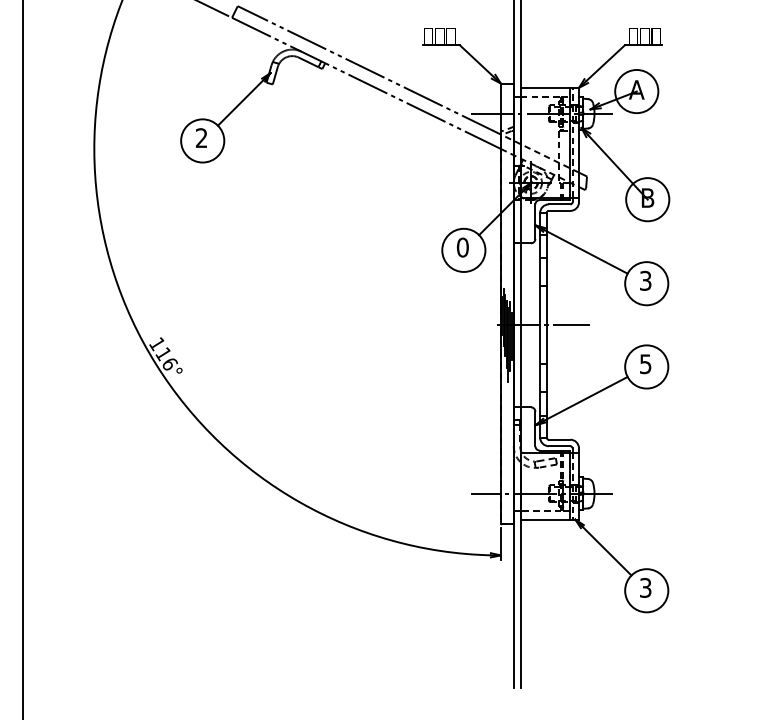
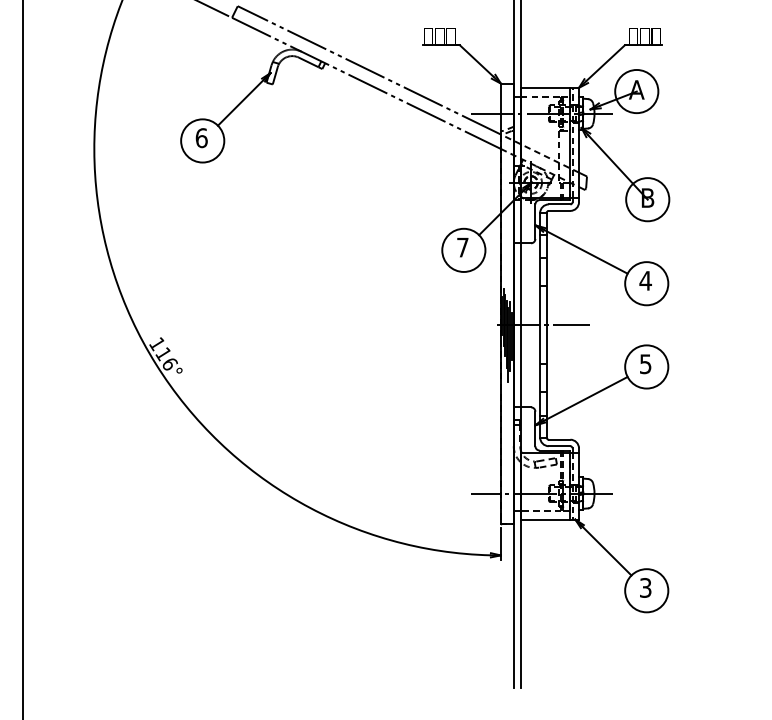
text at (201, 138): 2 -> 6
text at (462, 247): 0 -> 7
text at (645, 280): 3 -> 4
